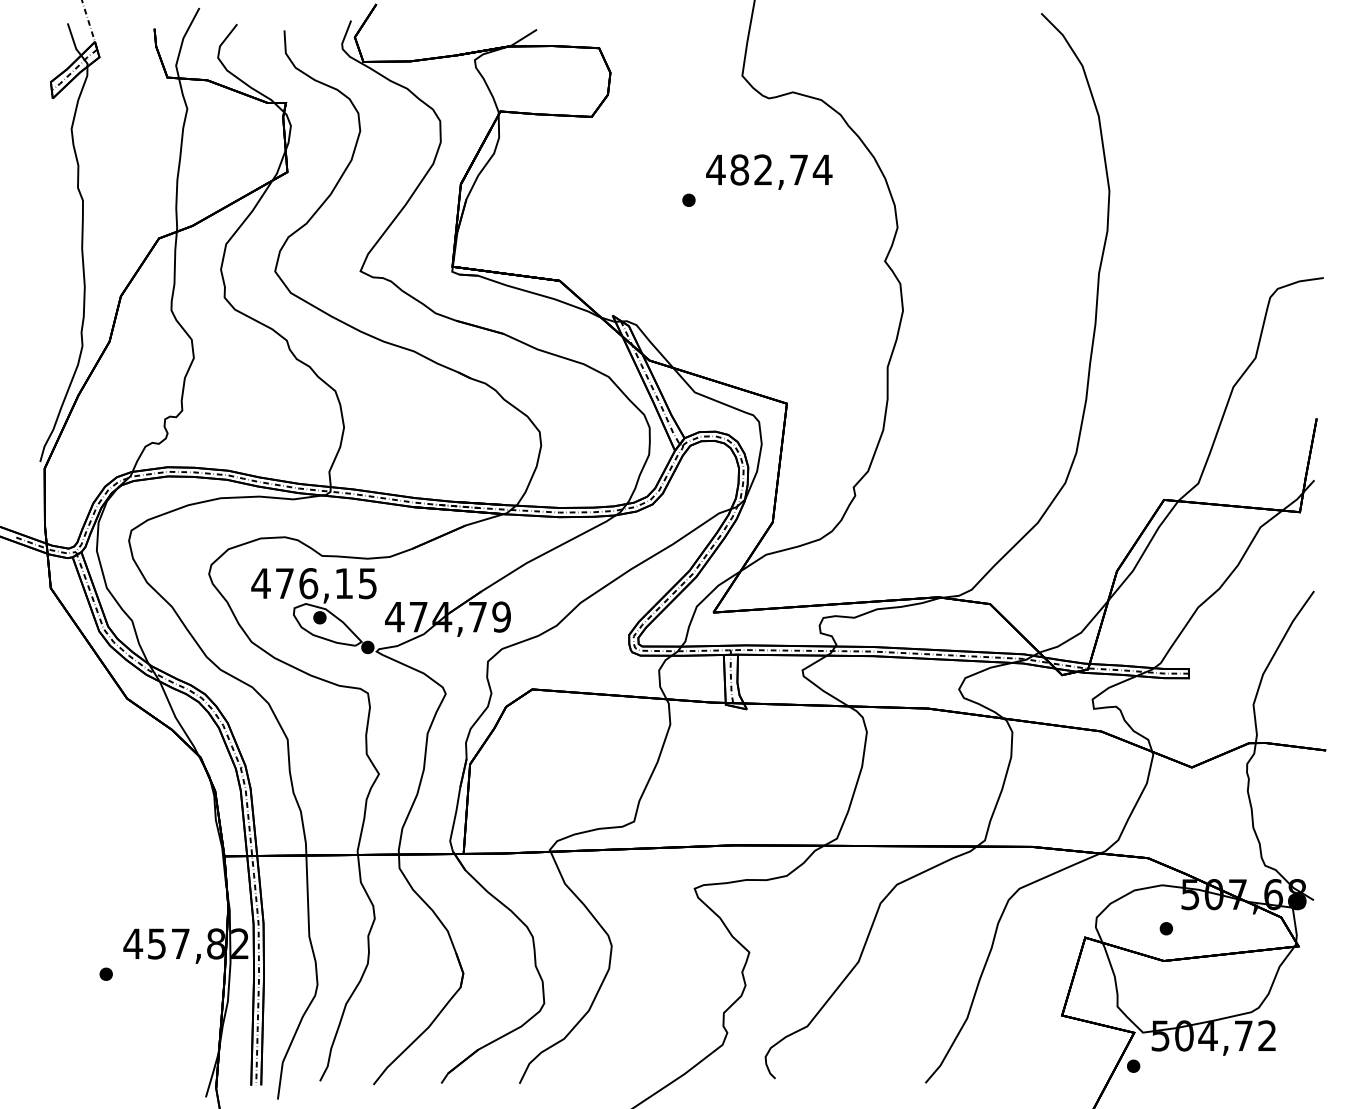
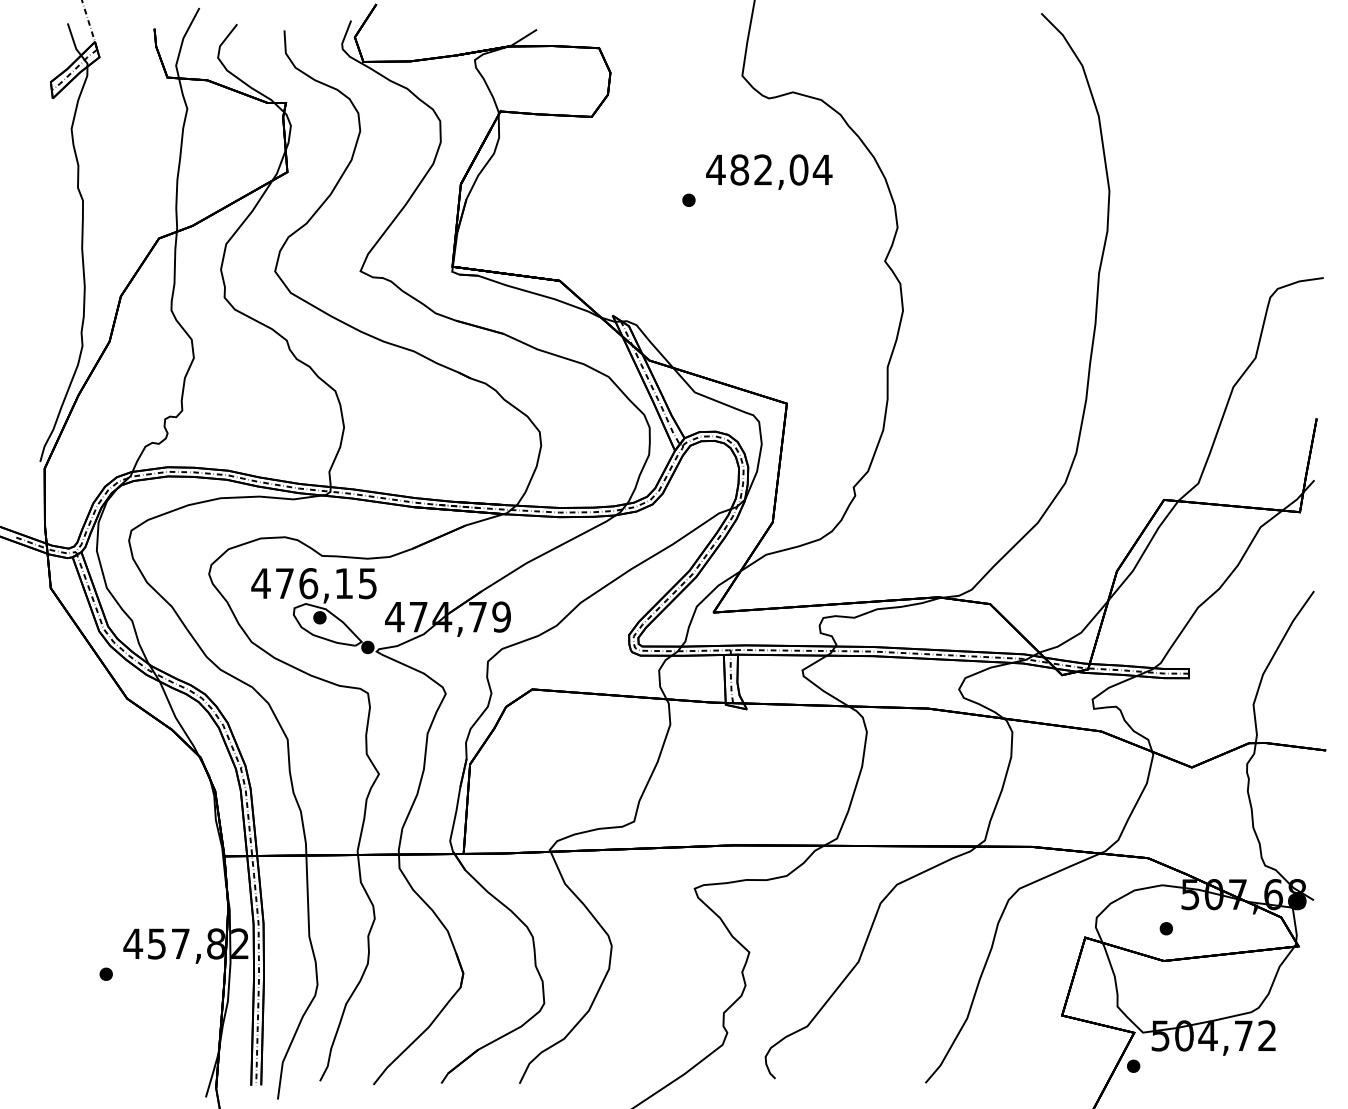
text at (798, 169): 482,74 -> 482,04
